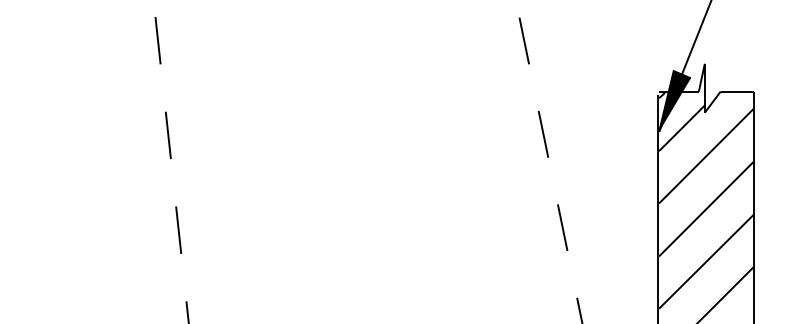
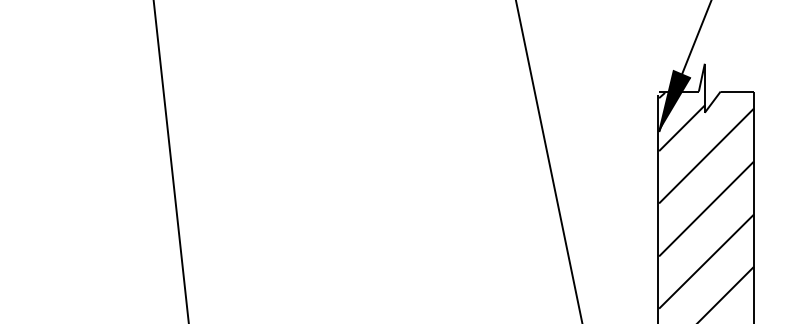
line at (549, 161): dashed -> solid
line at (171, 162): dashed -> solid
